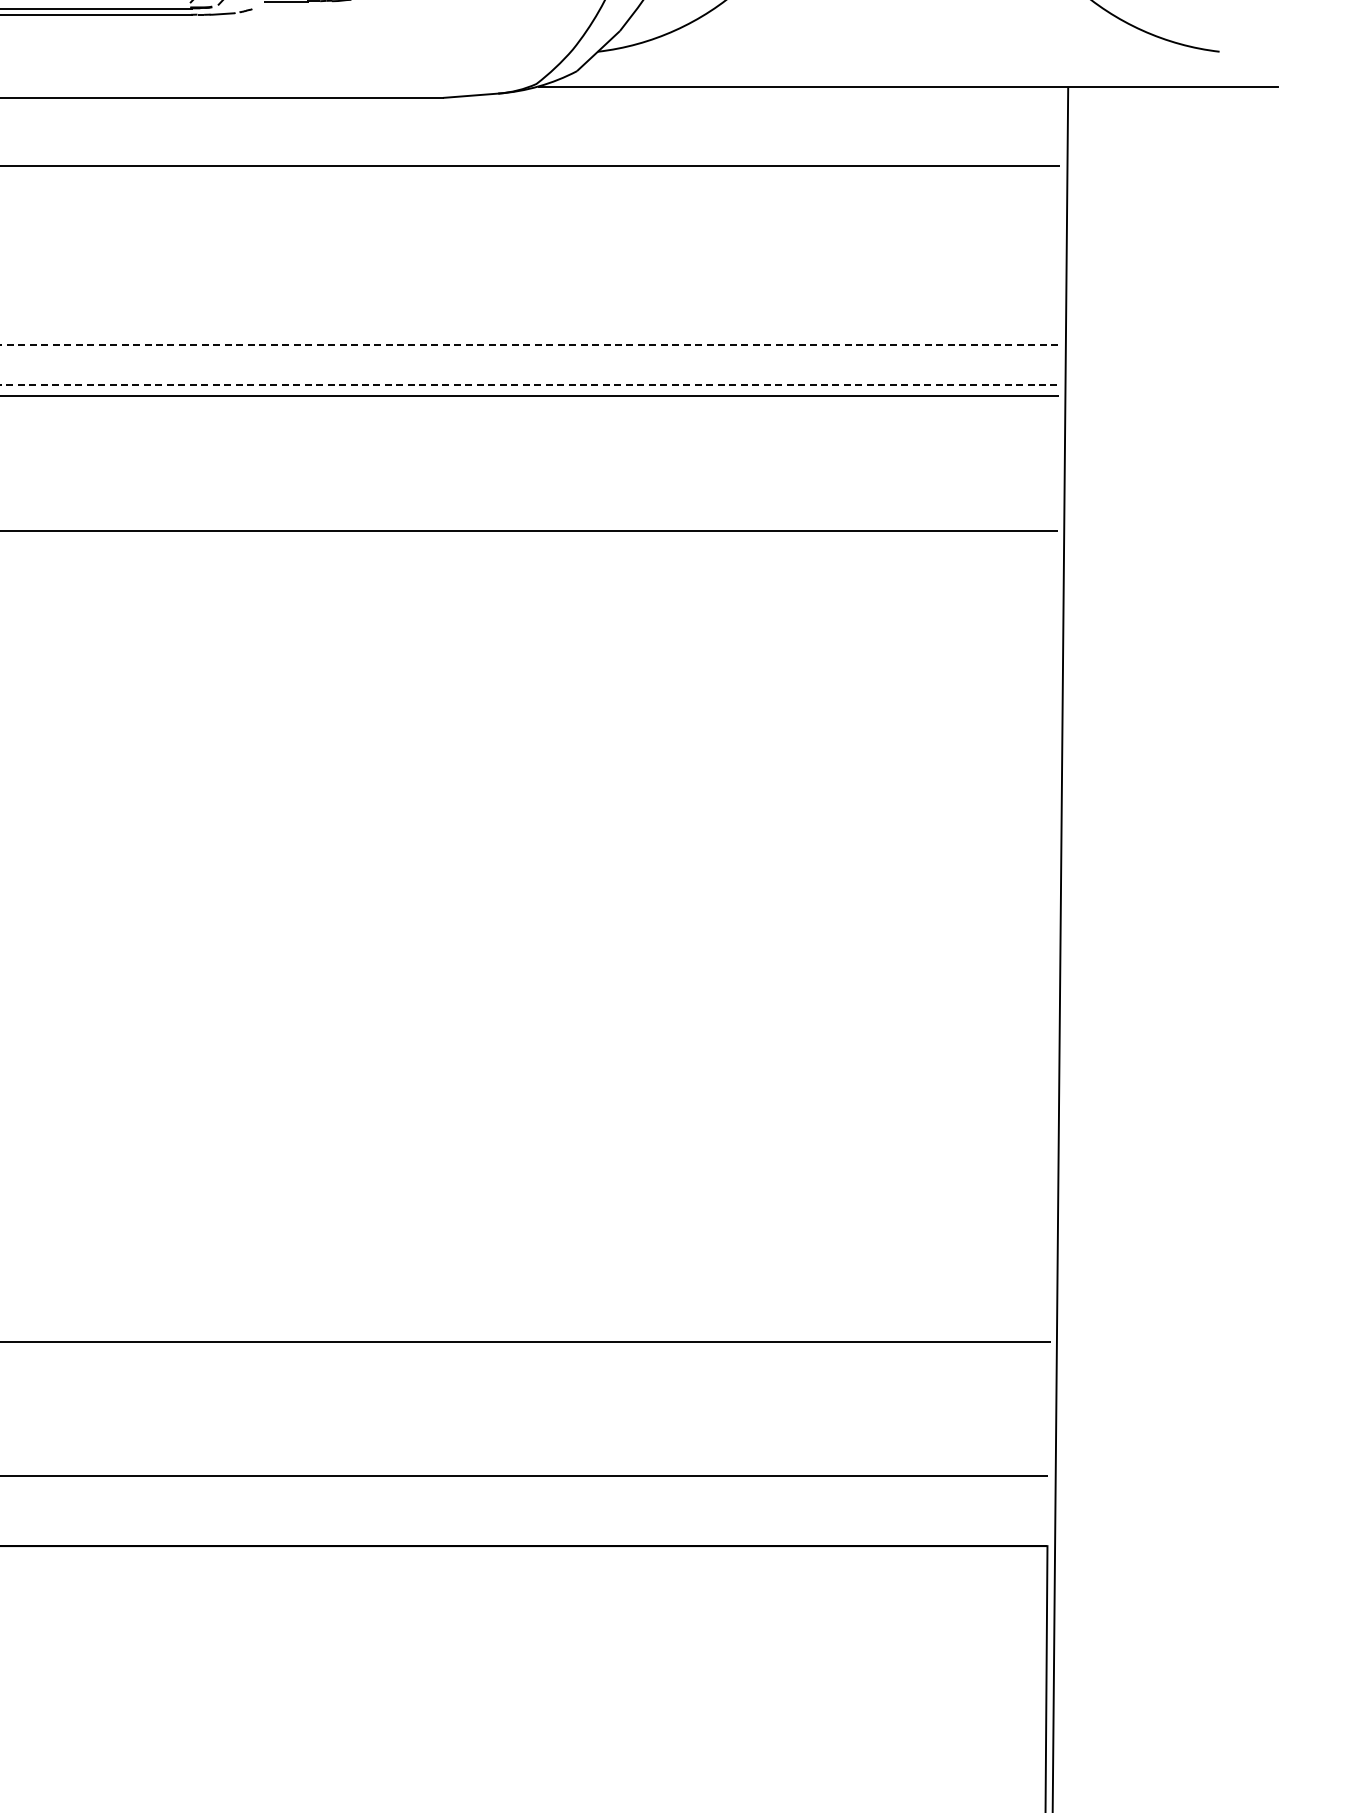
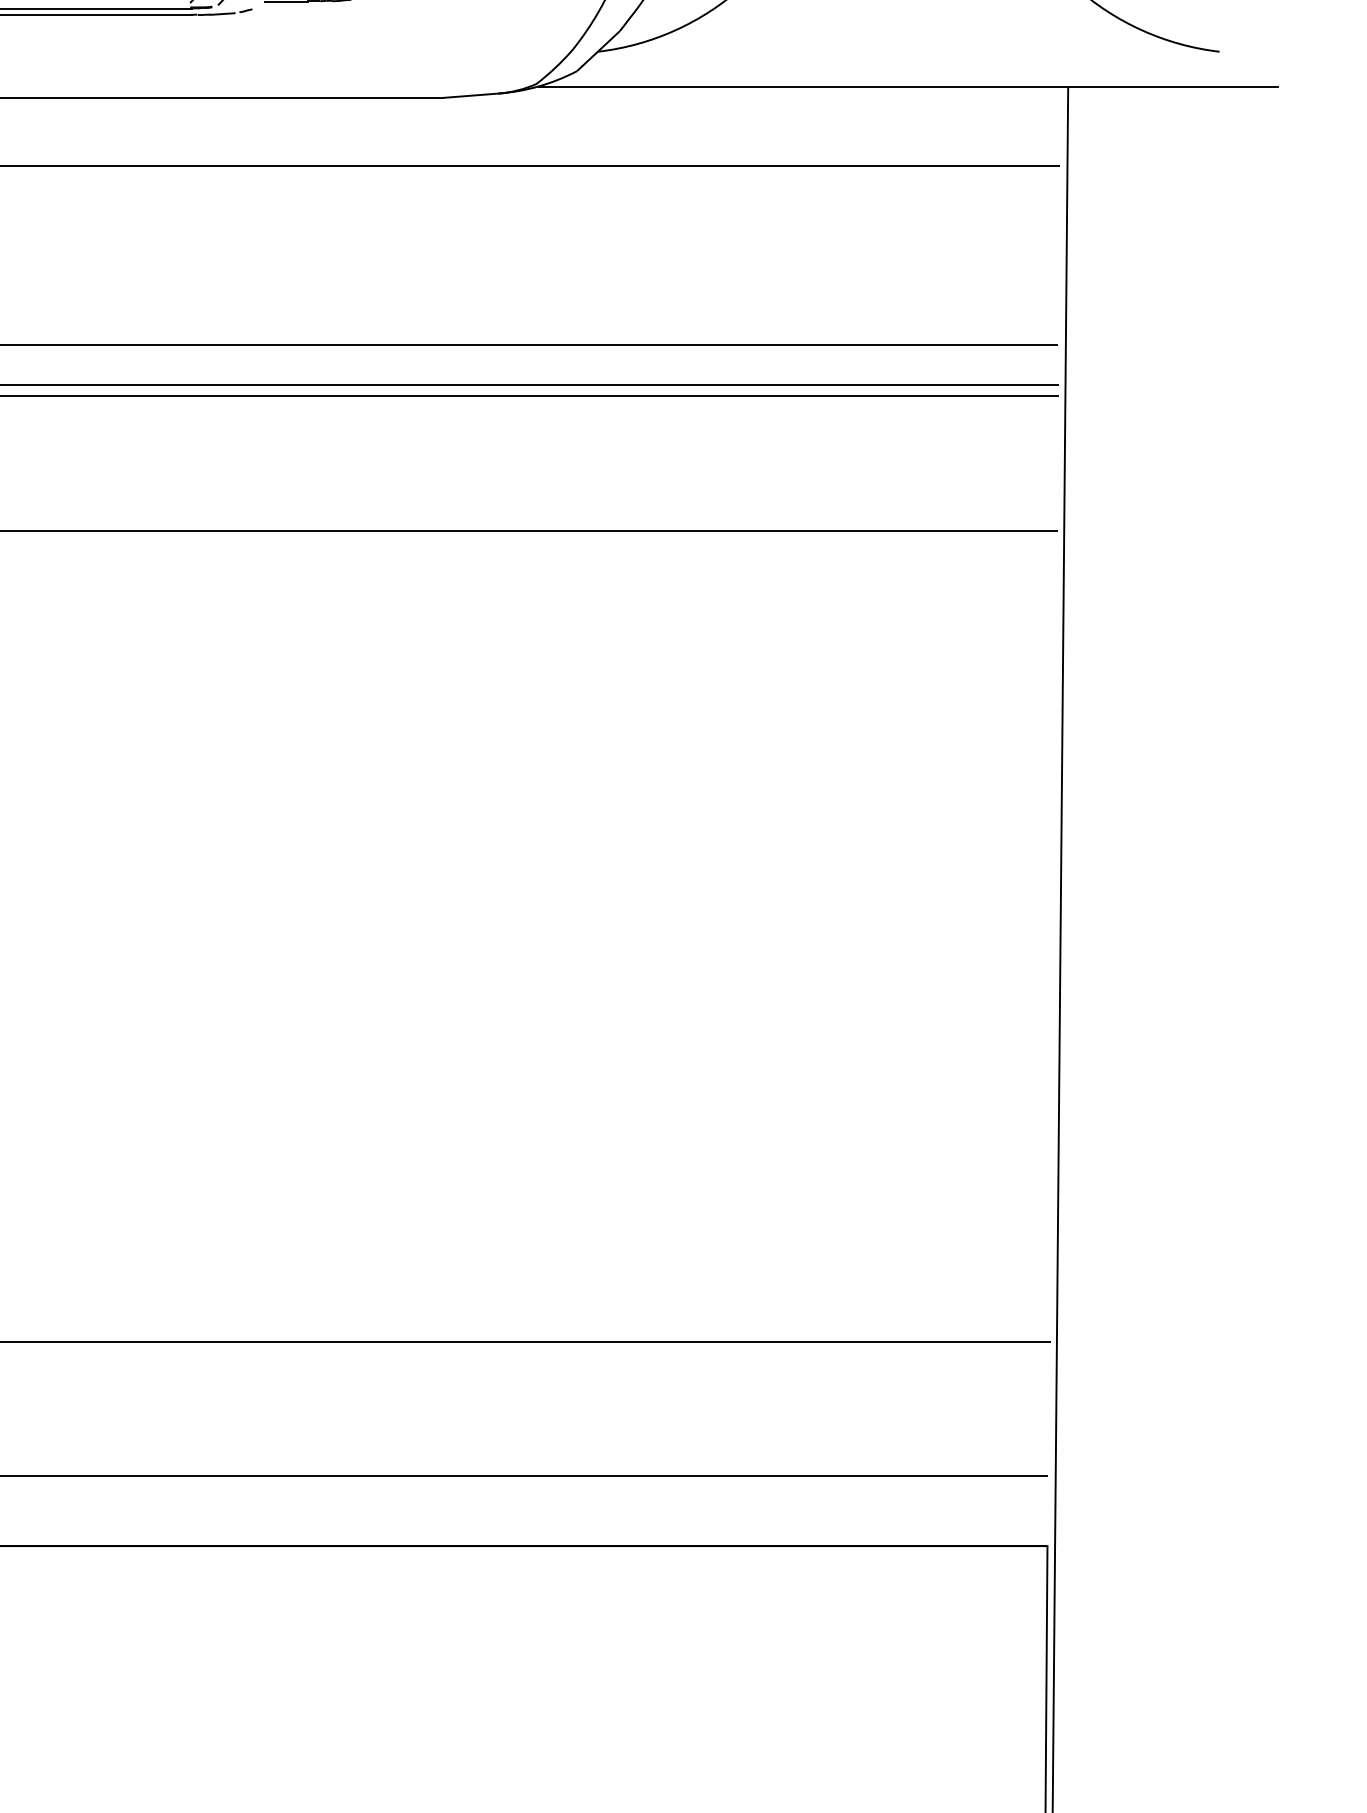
line at (529, 344): dashed -> solid
line at (530, 384): dashed -> solid
